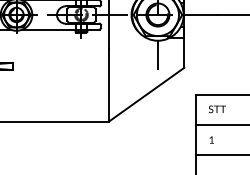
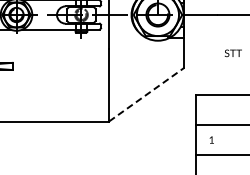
line at (157, 54): present -> none
line at (147, 94): solid -> dashed
text at (216, 109) position: (216, 109) -> (232, 53)
